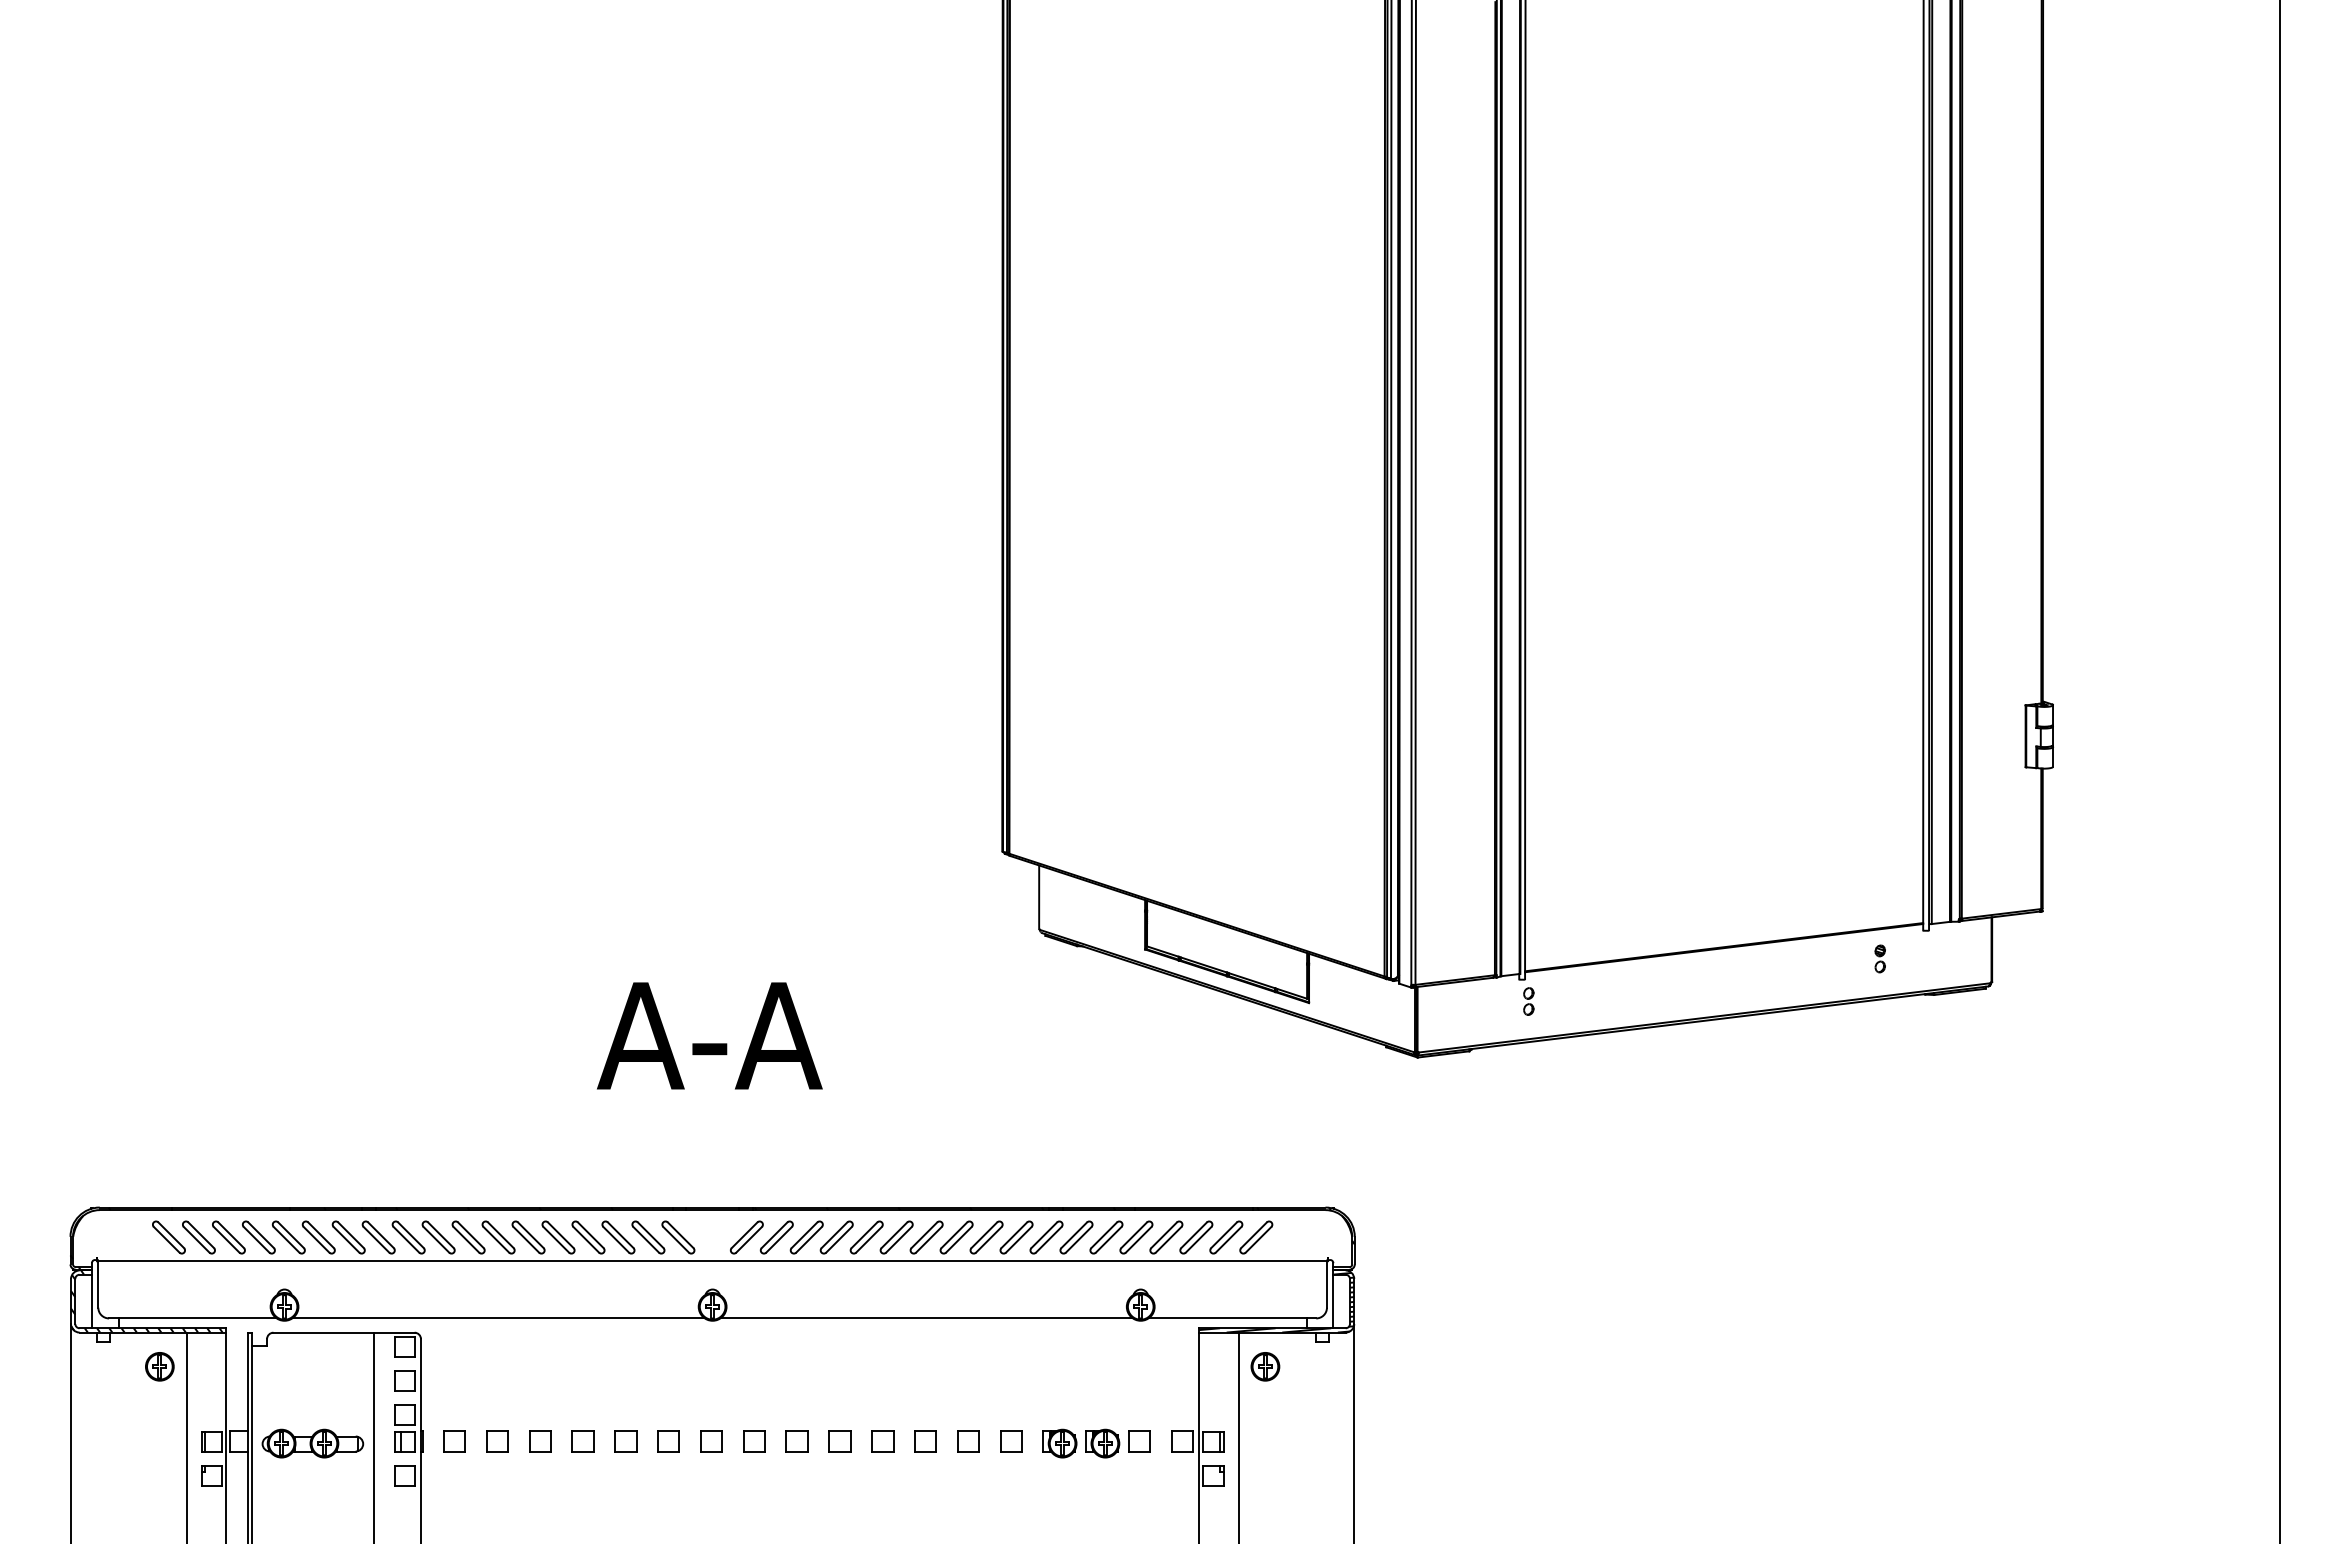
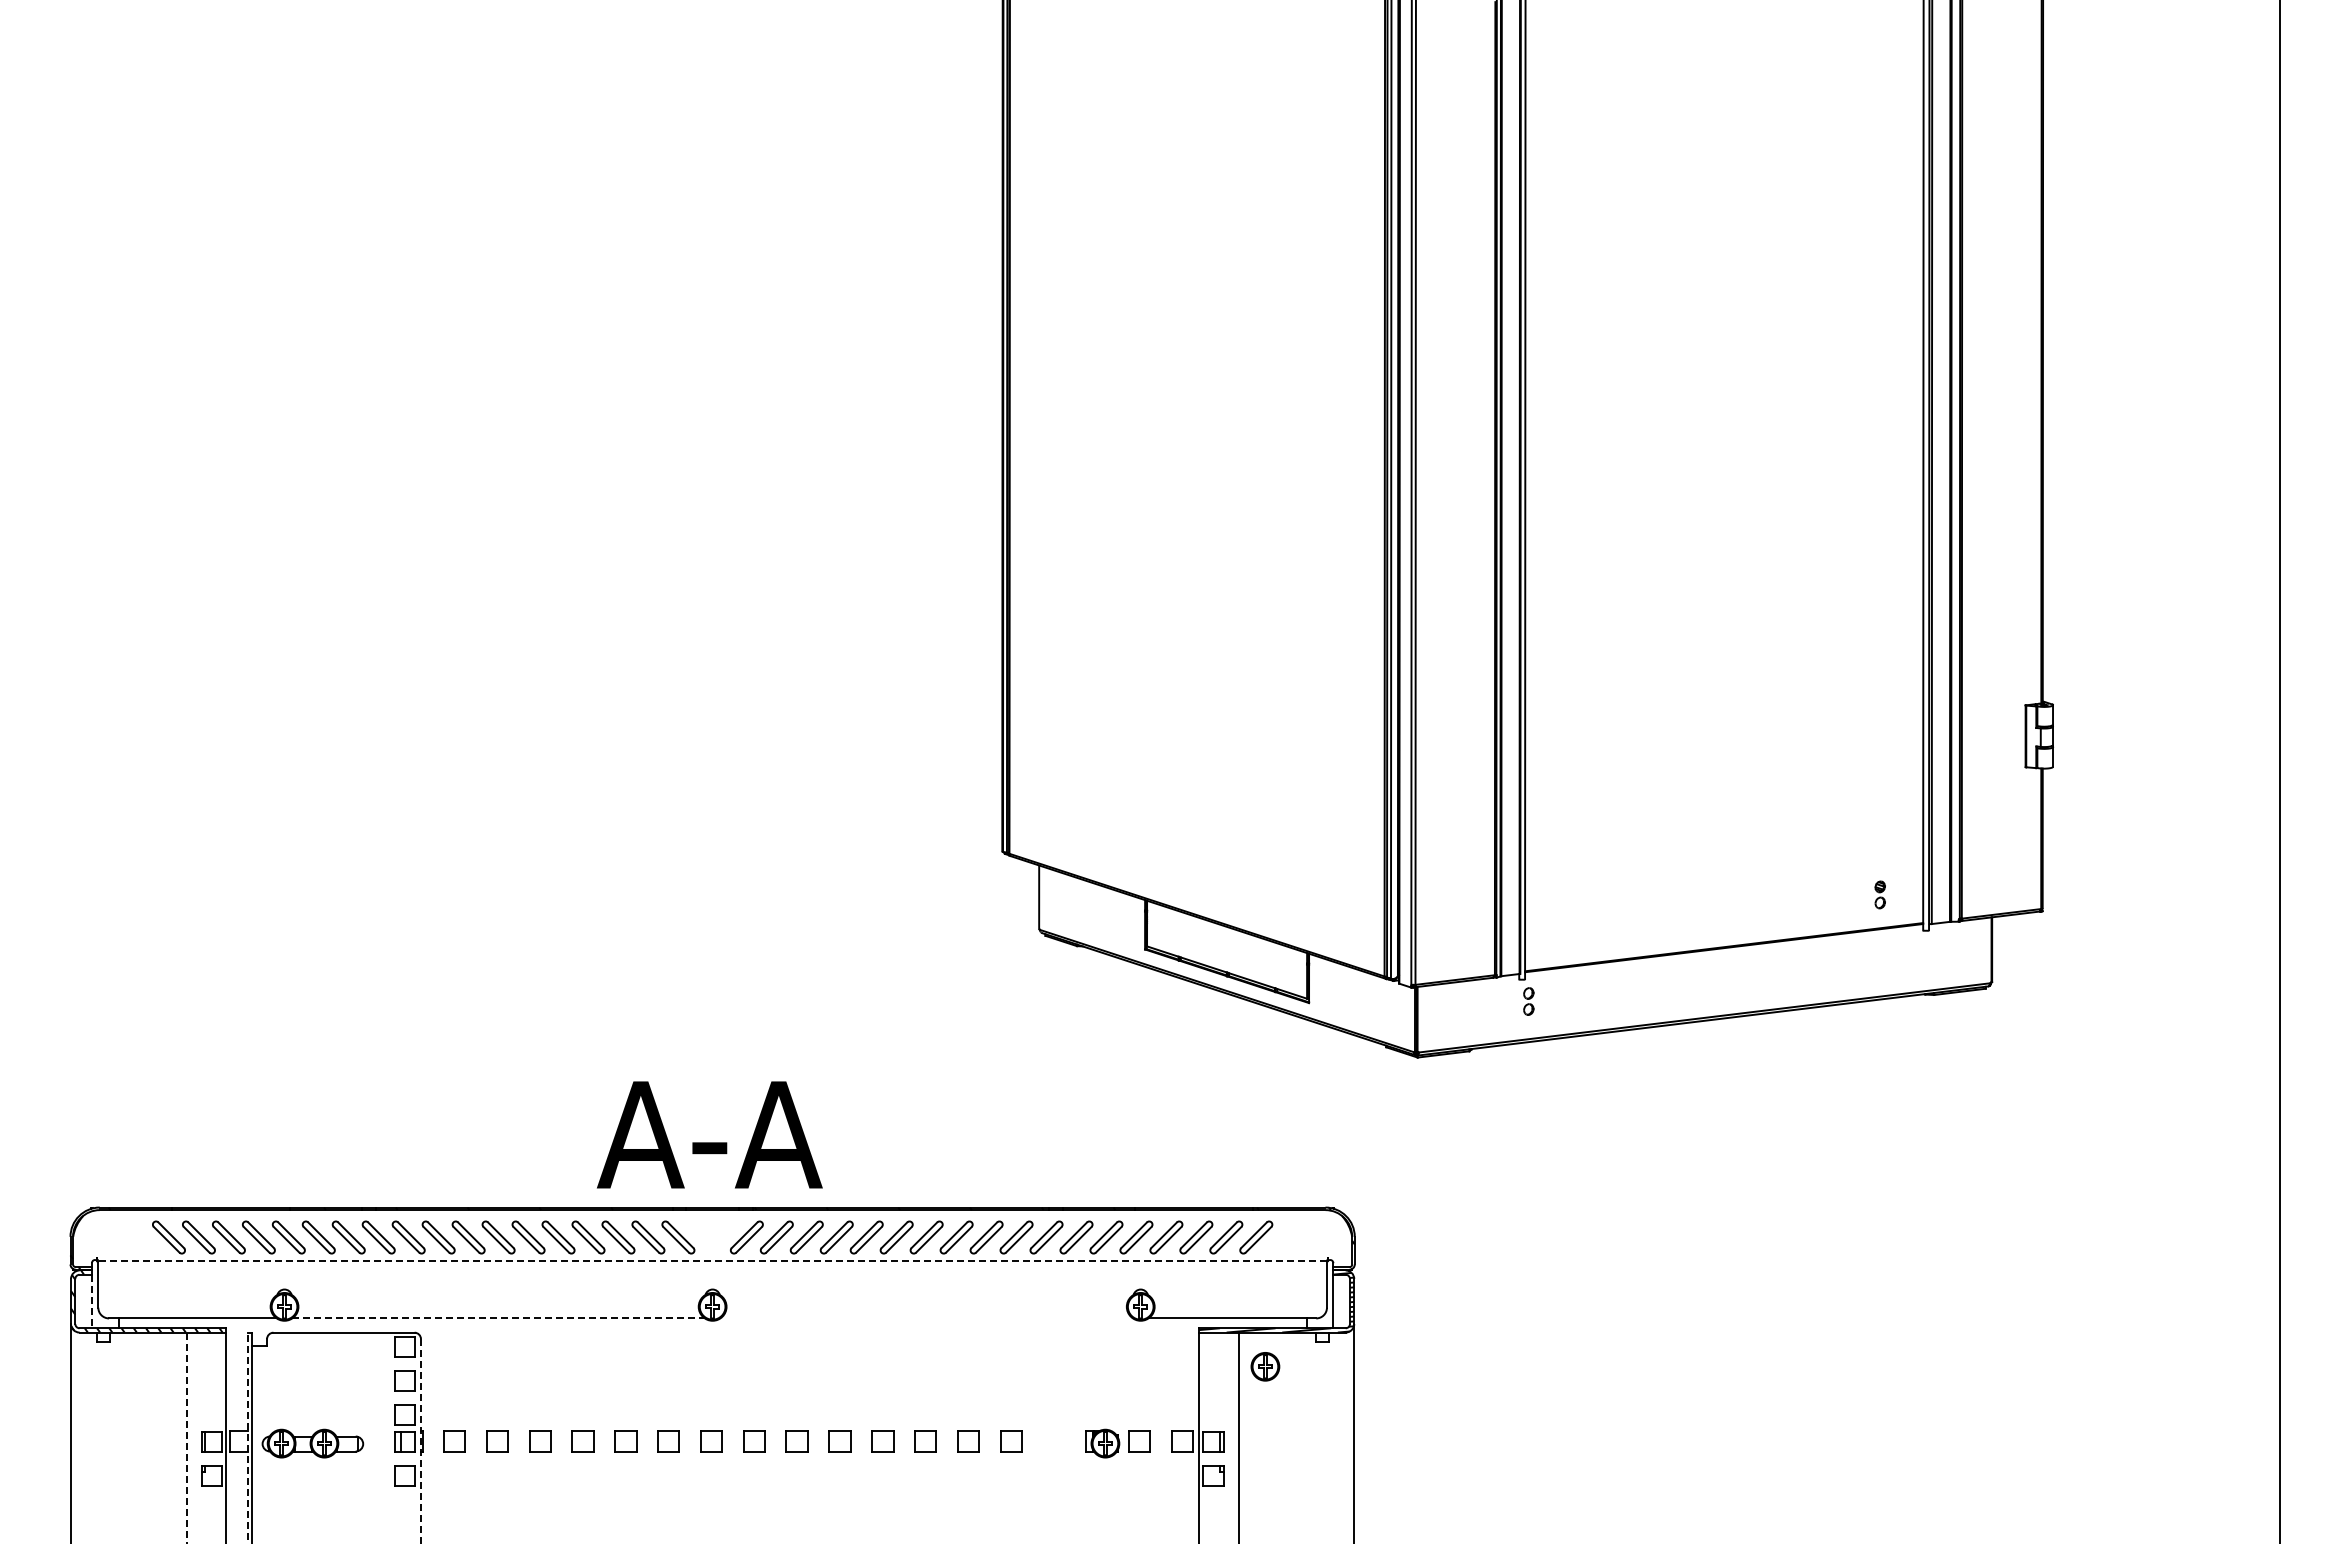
part at (1879, 958) position: (1879, 958) -> (1879, 894)
text at (709, 1035) position: (709, 1035) -> (709, 1134)
line at (712, 1260): solid -> dashed
line at (92, 1301): solid -> dashed
line at (498, 1318): solid -> dashed
line at (926, 1318): present -> none
part at (159, 1366): present -> none
line at (373, 1436): present -> none
line at (247, 1437): solid -> dashed
line at (186, 1438): solid -> dashed
line at (421, 1441): solid -> dashed
part at (1059, 1443): present -> none
